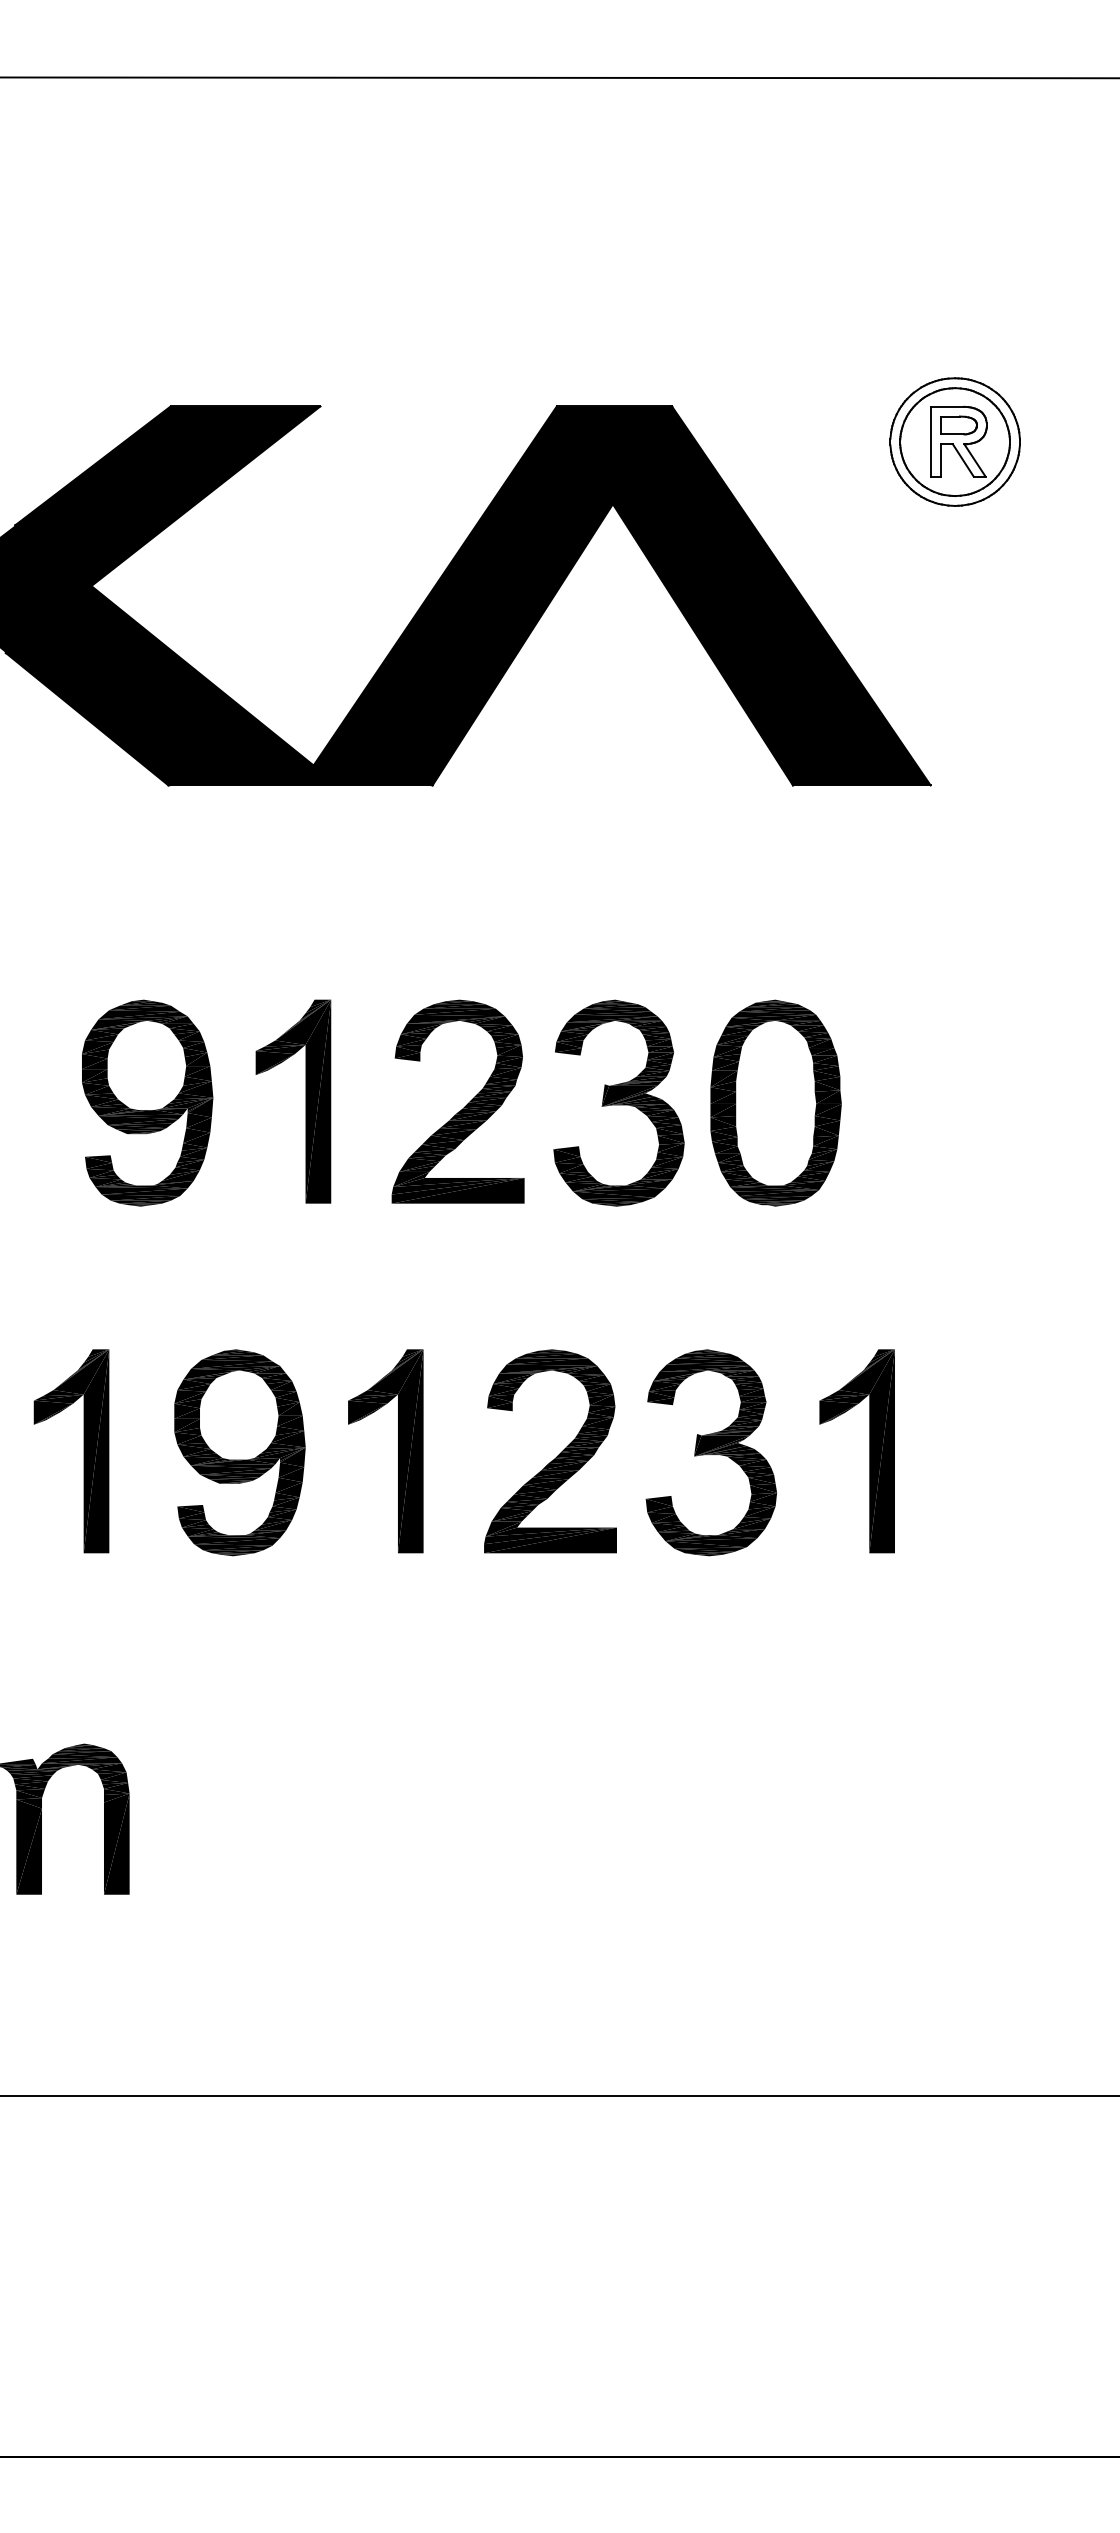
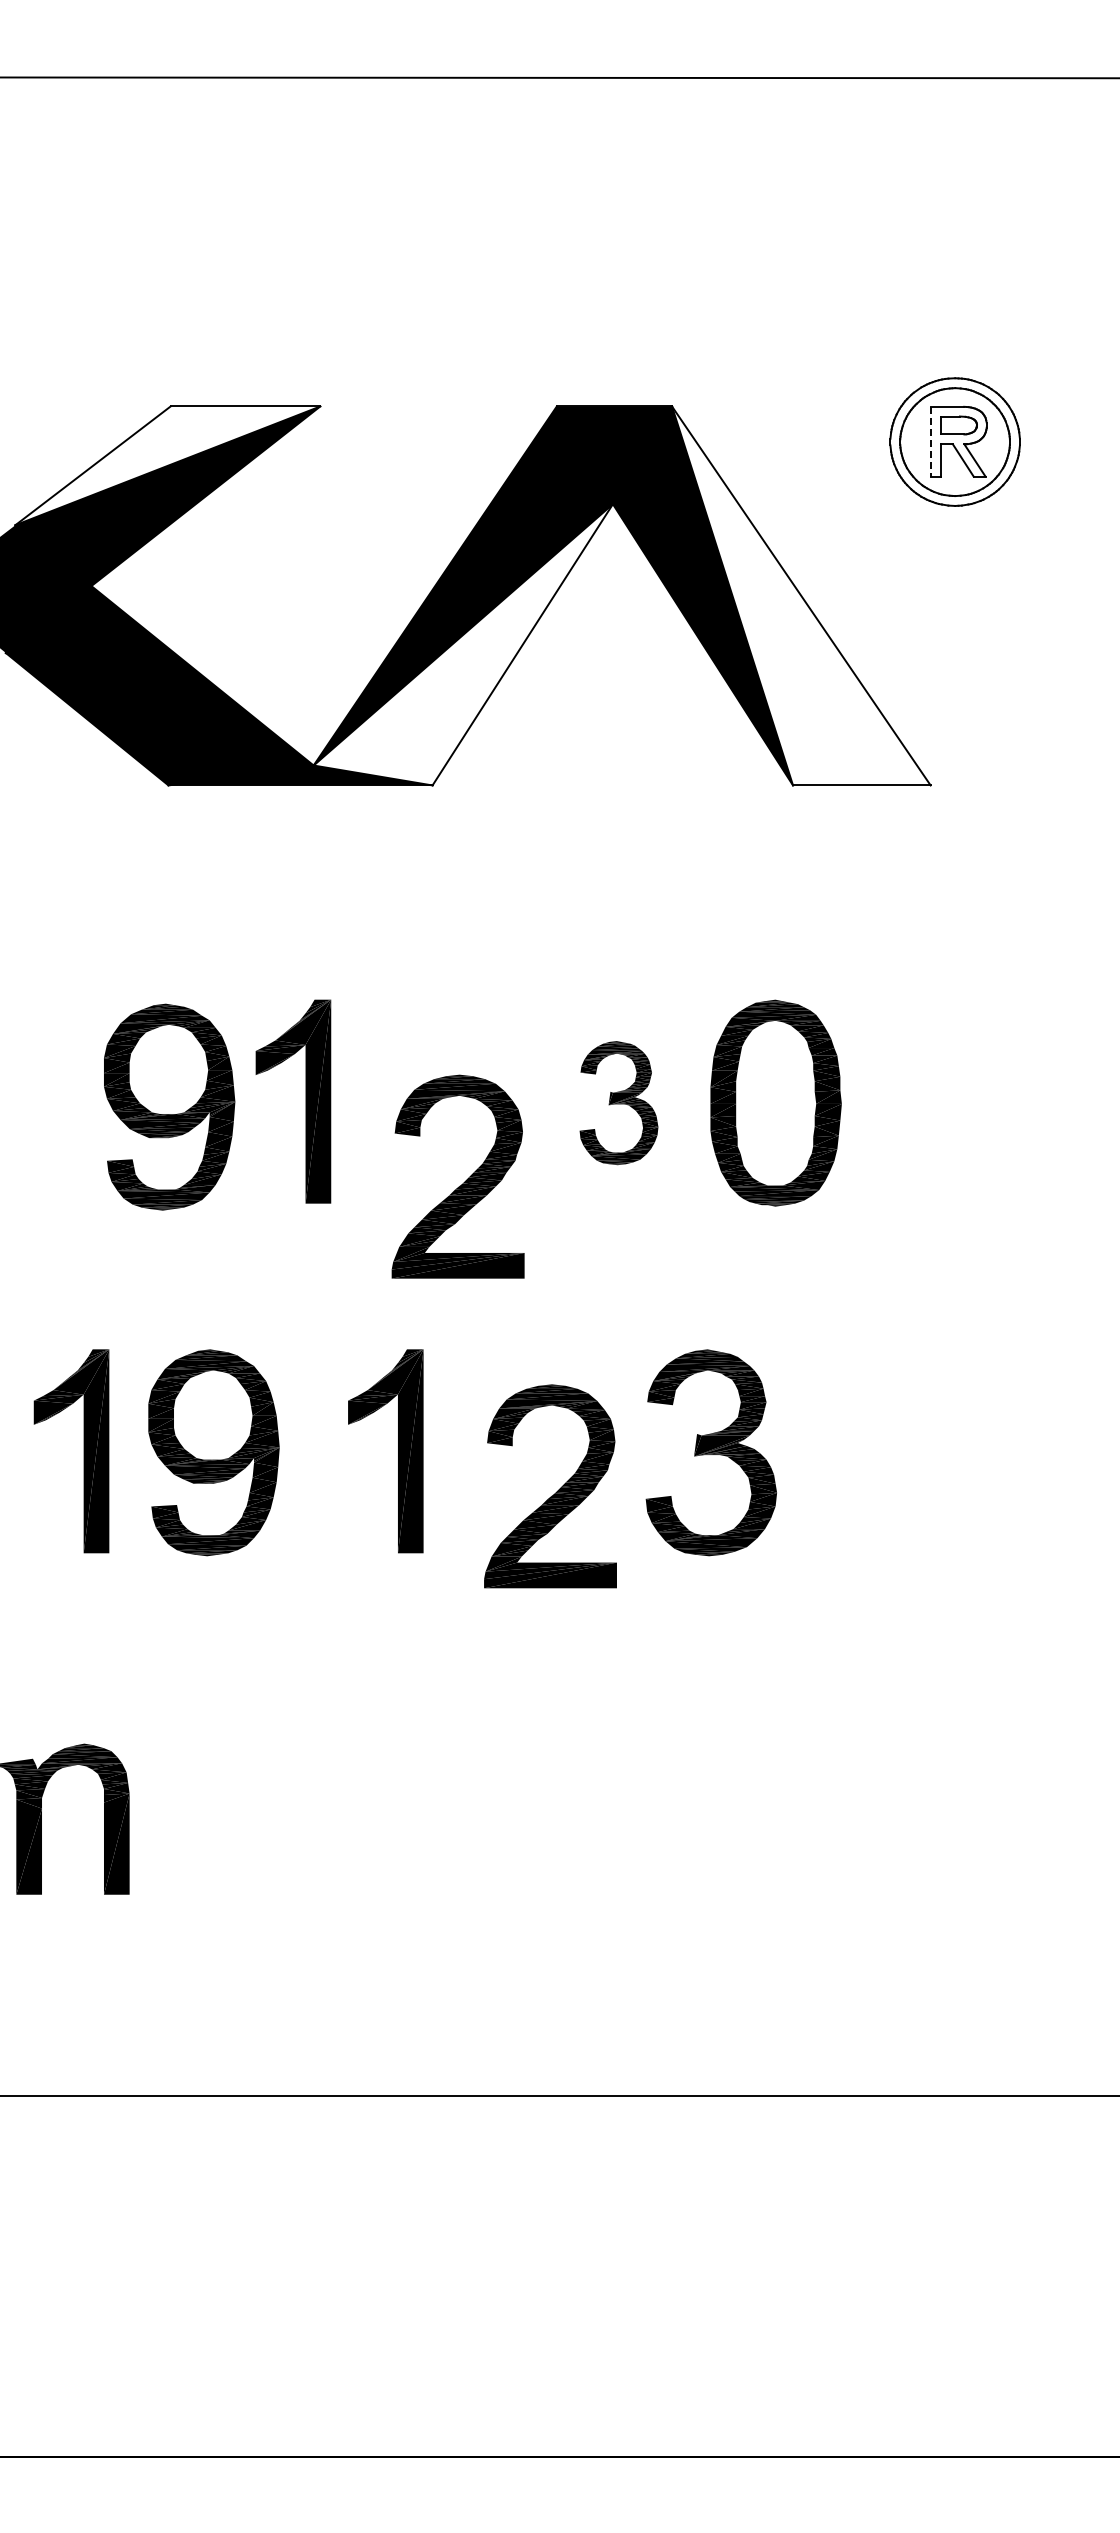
line at (931, 441): solid -> dashed
fill at (167, 465): present -> none
fill at (801, 595): present -> none
fill at (462, 644): present -> none
part at (147, 1102) position: (147, 1102) -> (169, 1106)
part at (618, 1102) size: 132x208 px -> 80x125 px
part at (463, 1107) position: (463, 1107) -> (463, 1182)
part at (869, 1451): present -> none
part at (239, 1452) position: (239, 1452) -> (213, 1452)
part at (556, 1456) position: (556, 1456) -> (556, 1491)
